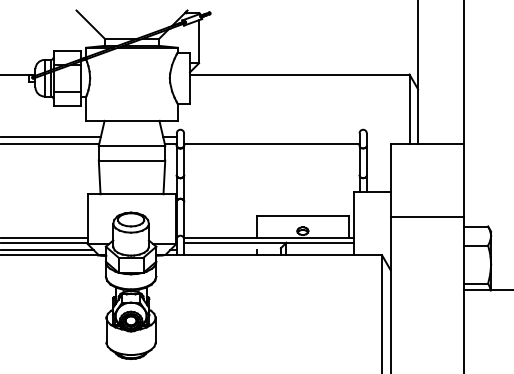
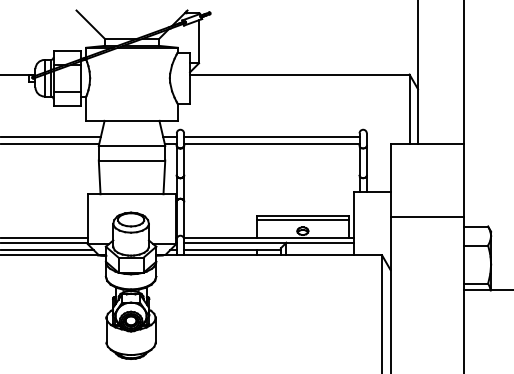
line at (271, 137): none -> present
line at (302, 219): none -> present
line at (232, 250): none -> present
